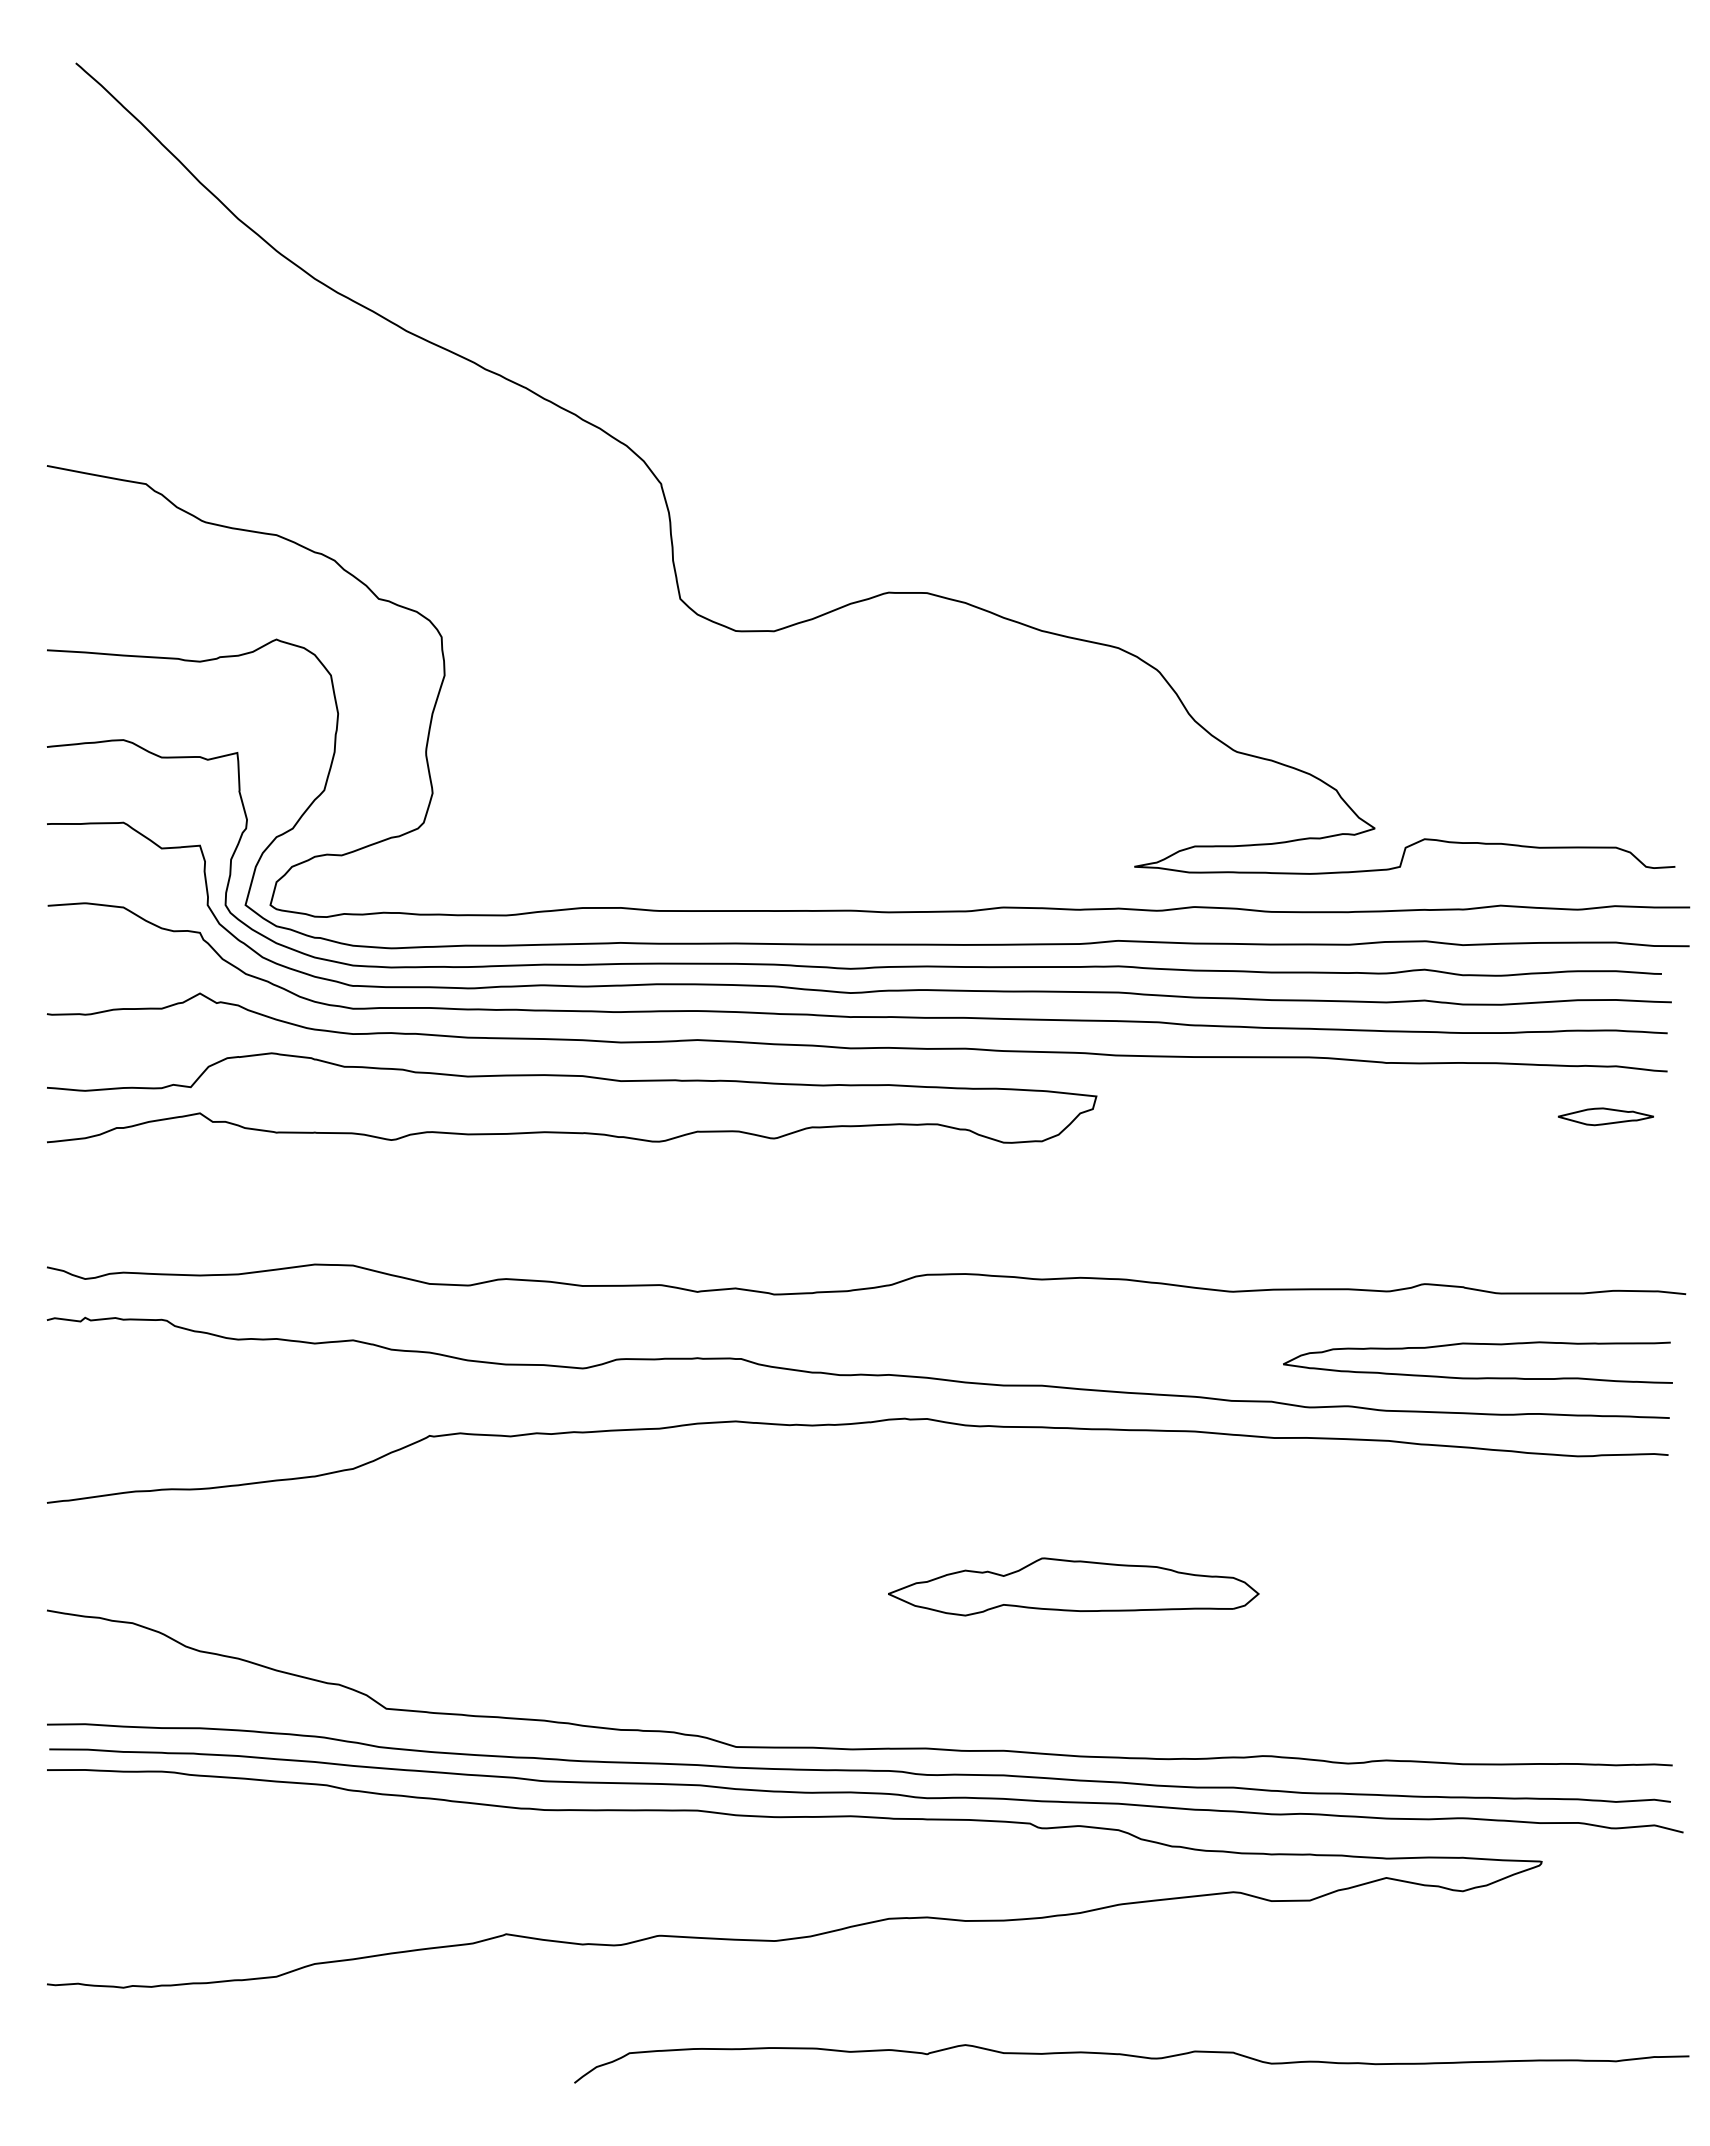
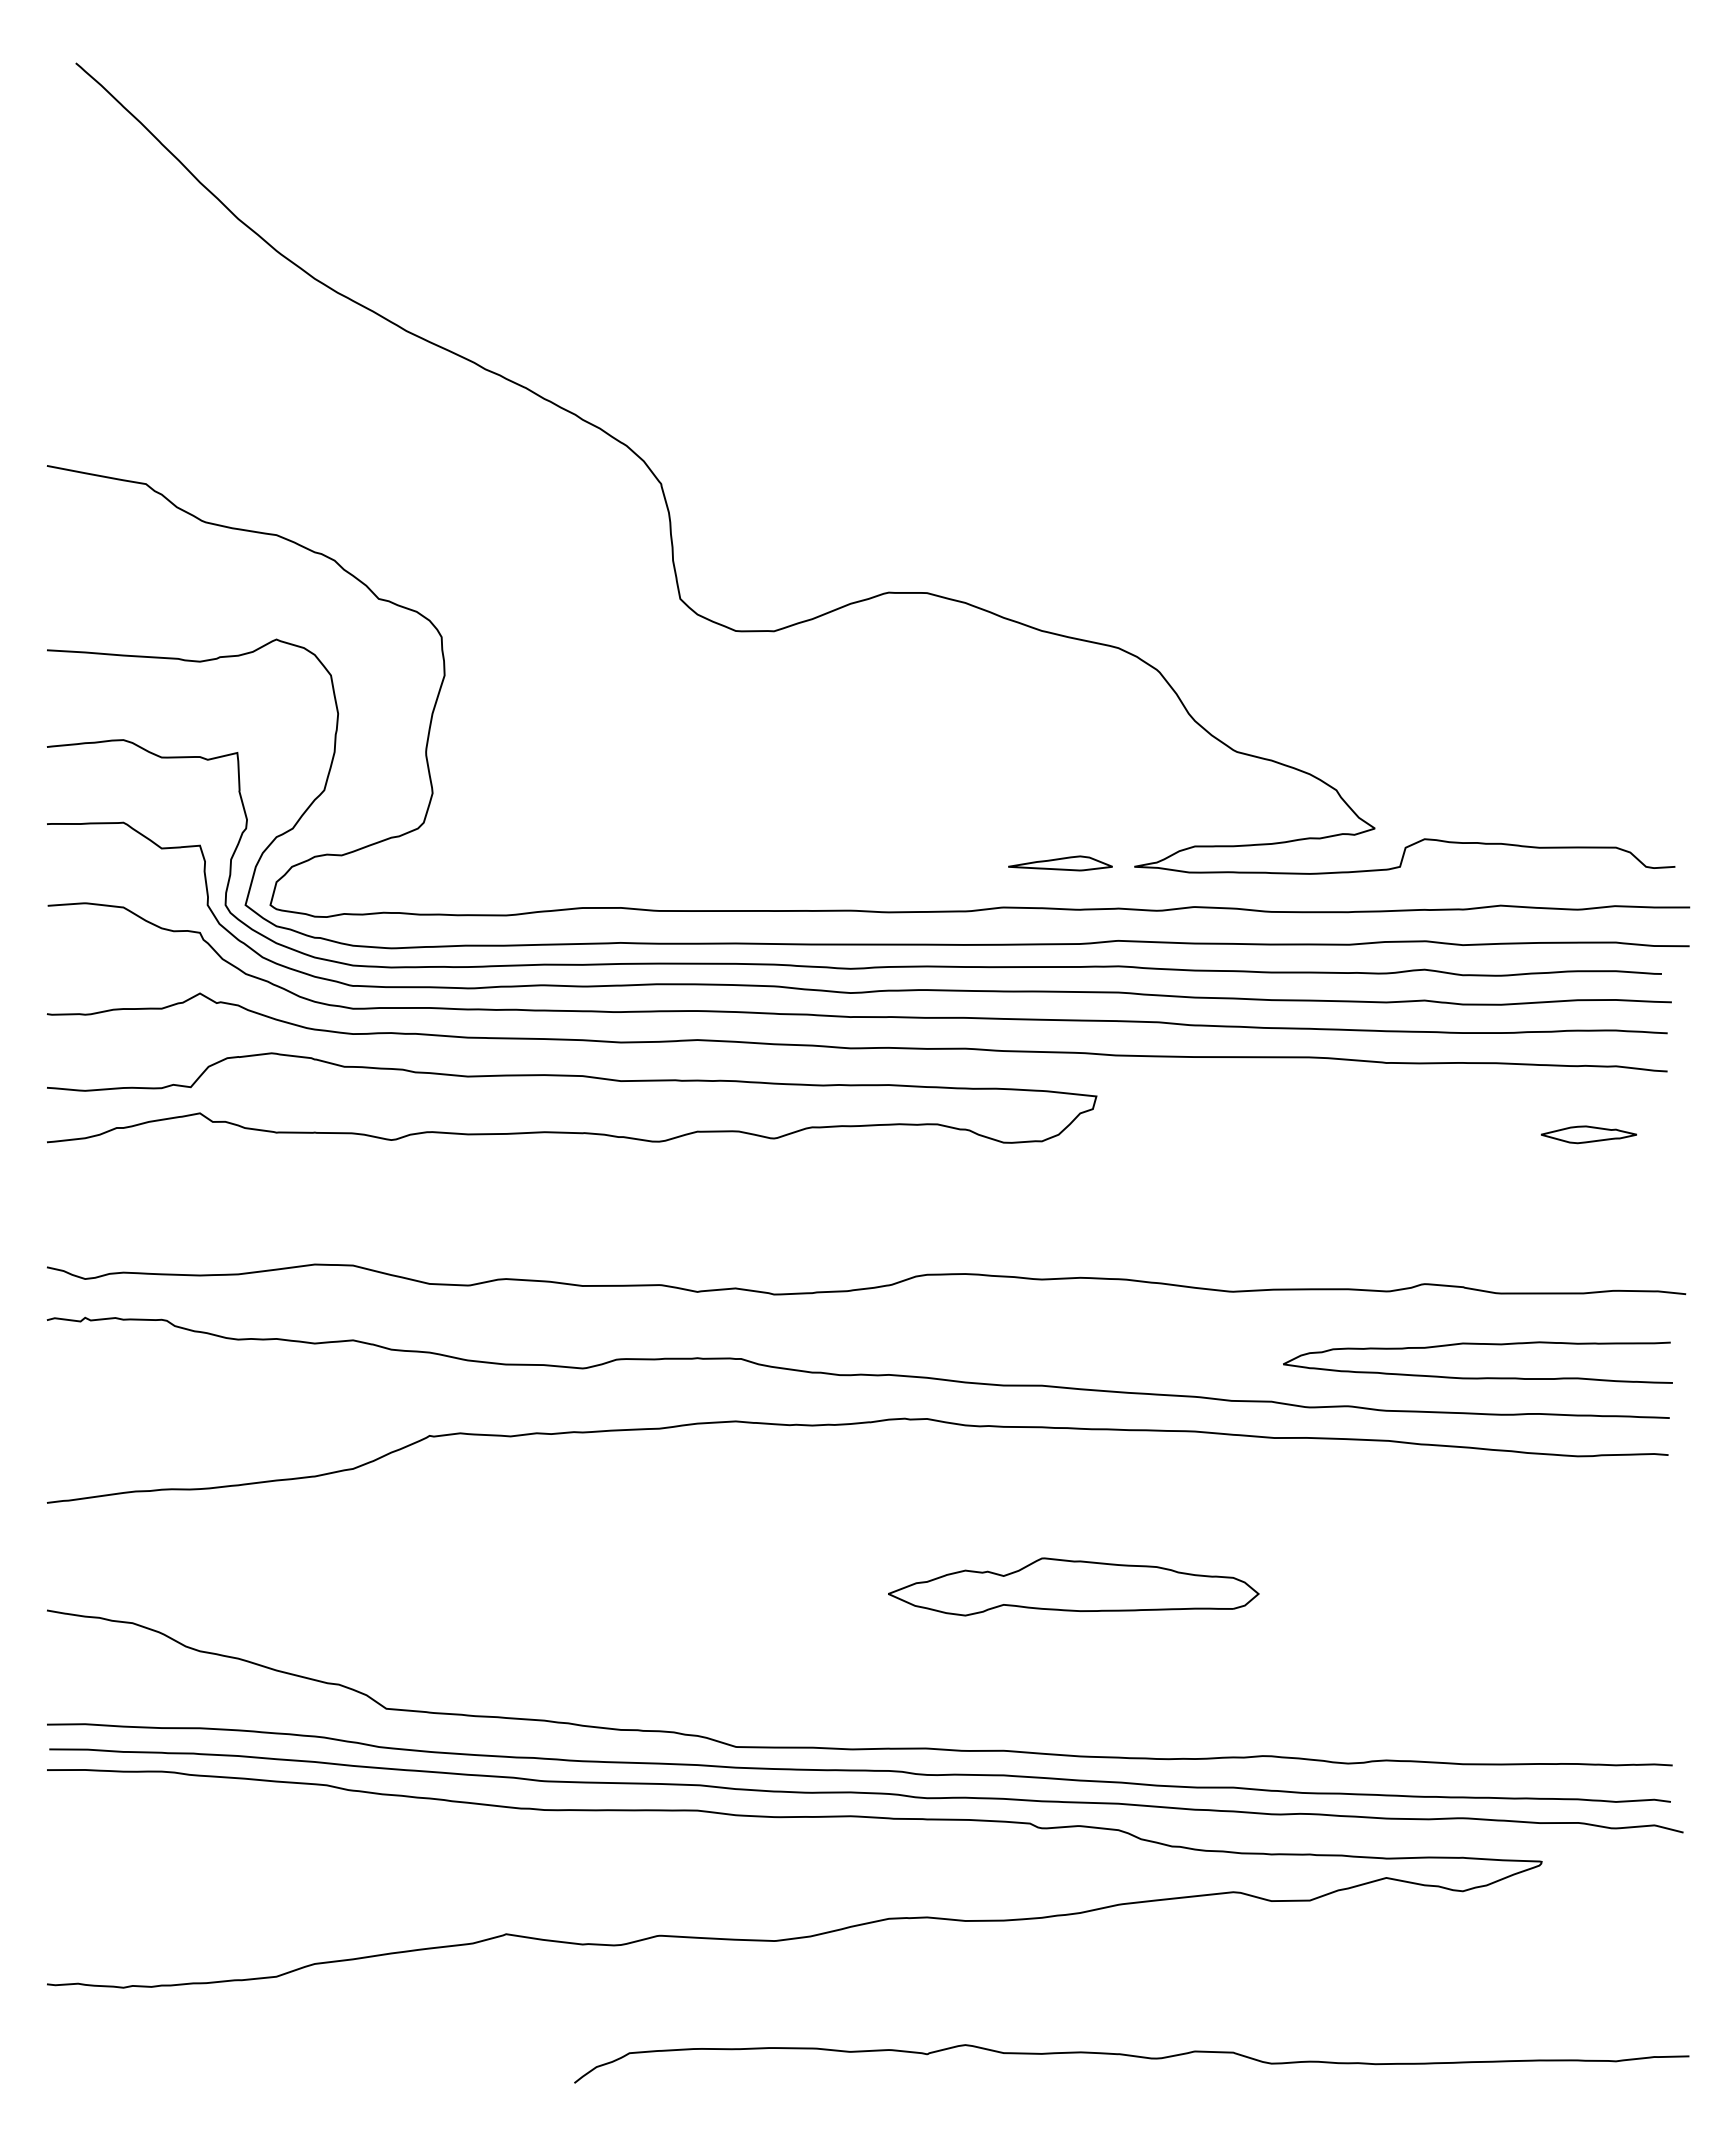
part at (1060, 863): none -> present
part at (1605, 1116) position: (1605, 1116) -> (1588, 1134)
